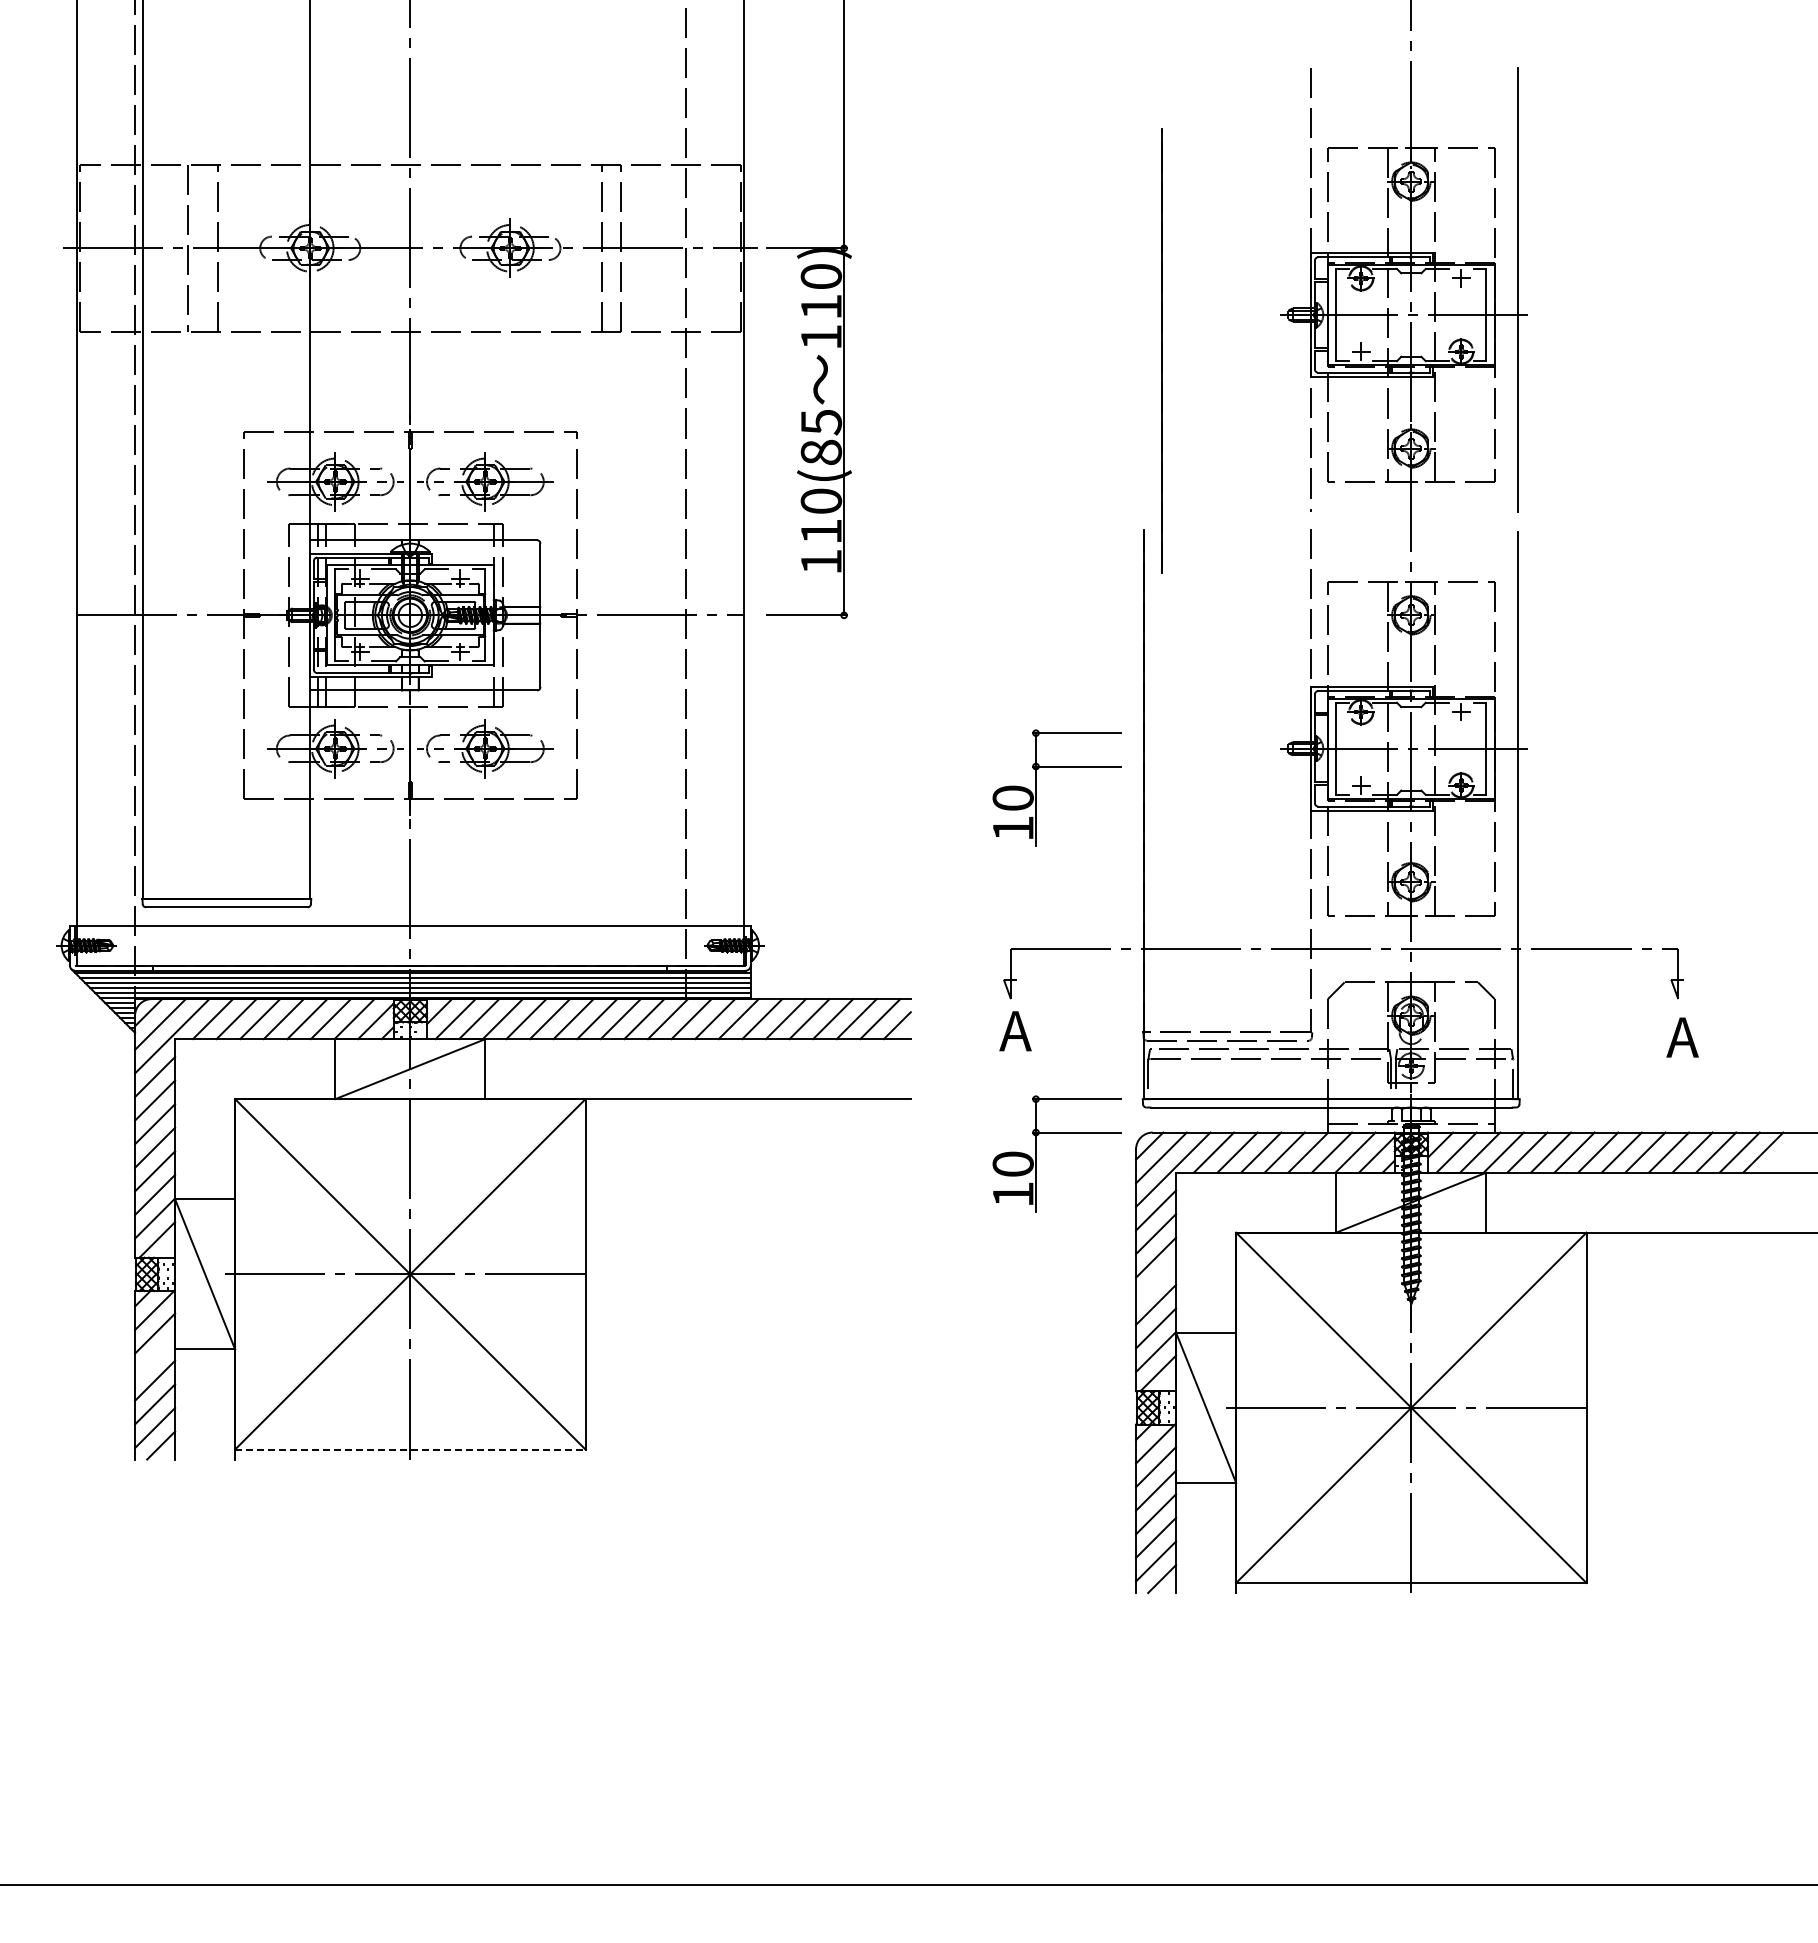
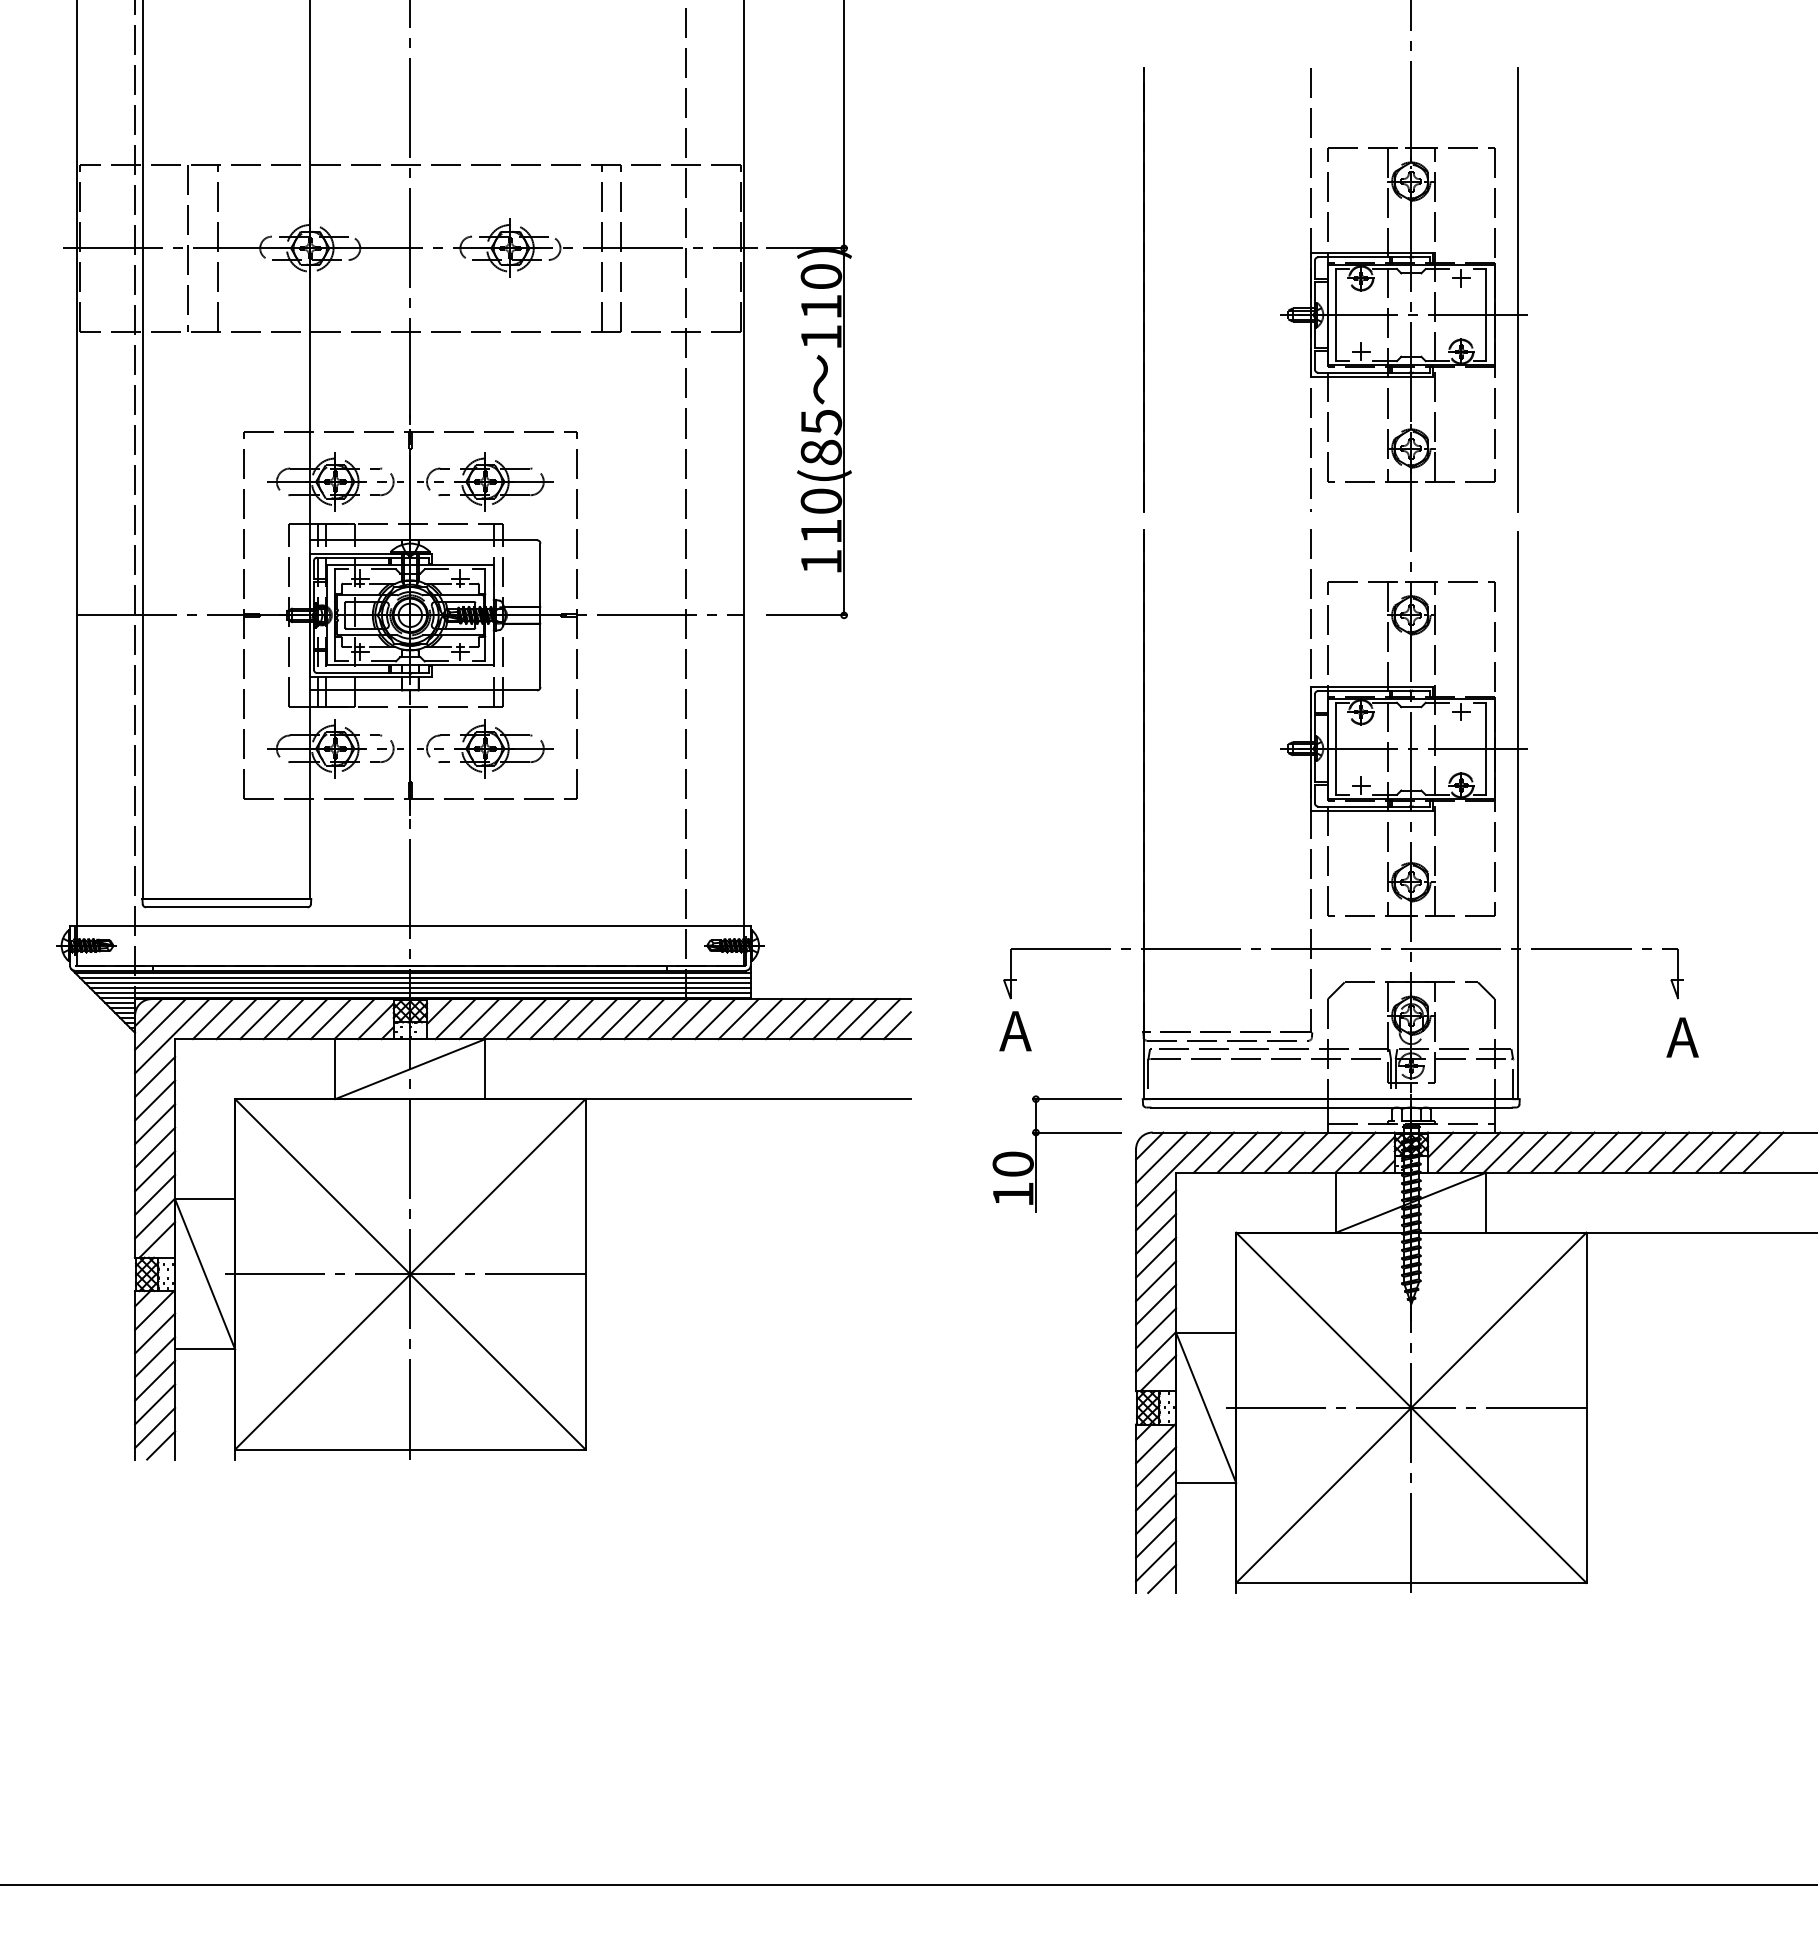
line at (1161, 350) position: (1161, 350) -> (1143, 289)
part at (1056, 767): present -> none
line at (1156, 1281): none -> present
line at (155, 1357): none -> present
line at (410, 1449): dashed -> solid
